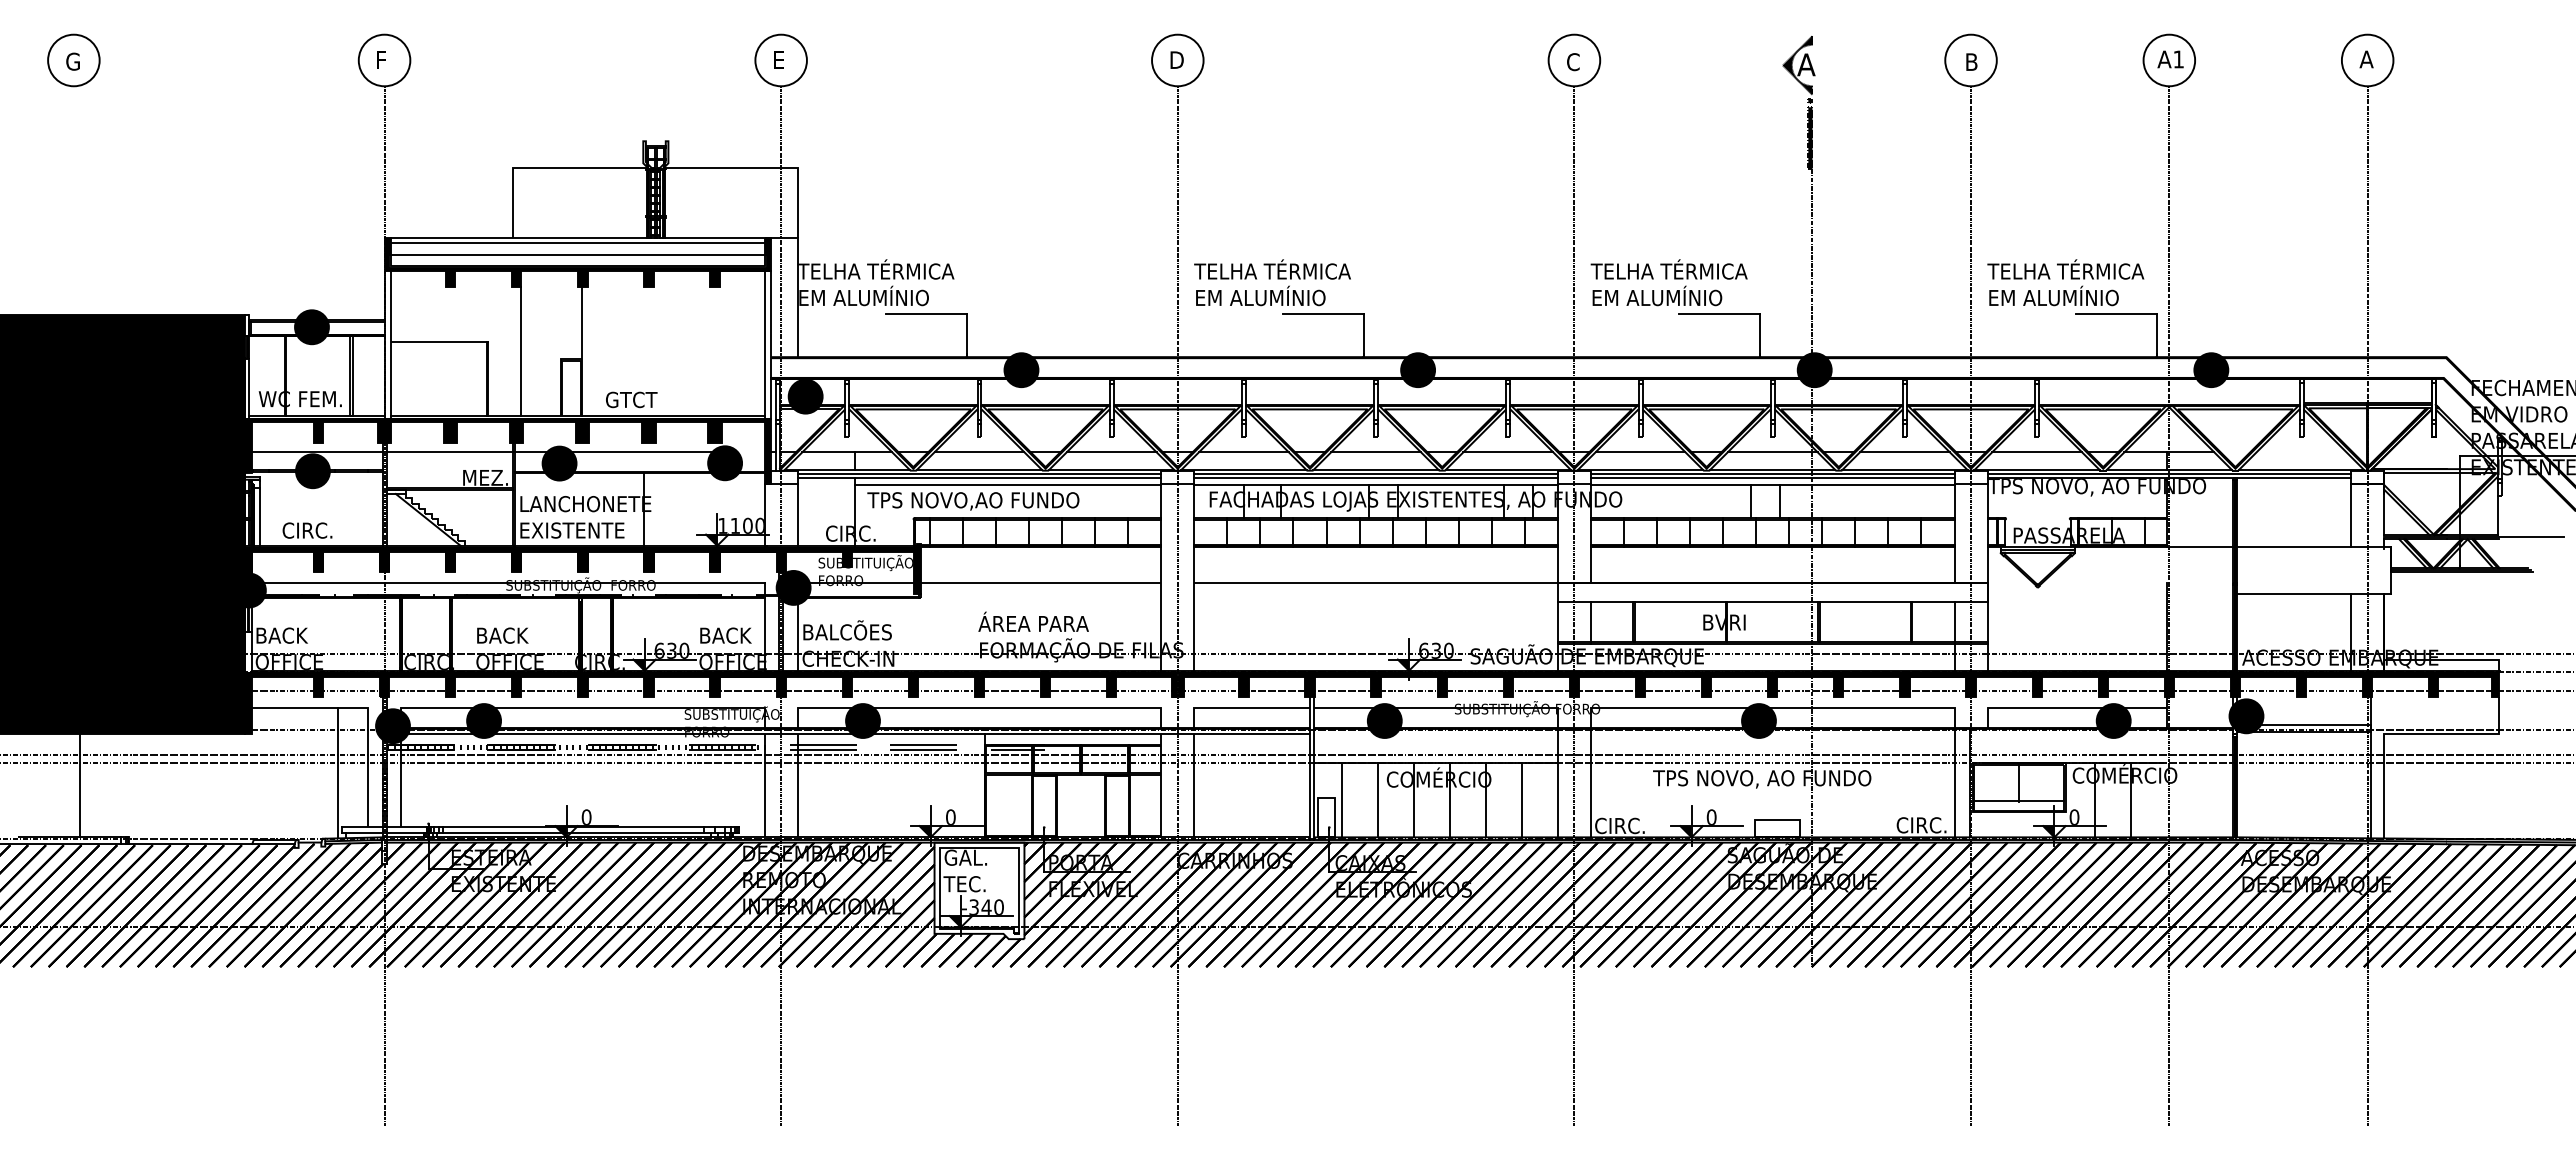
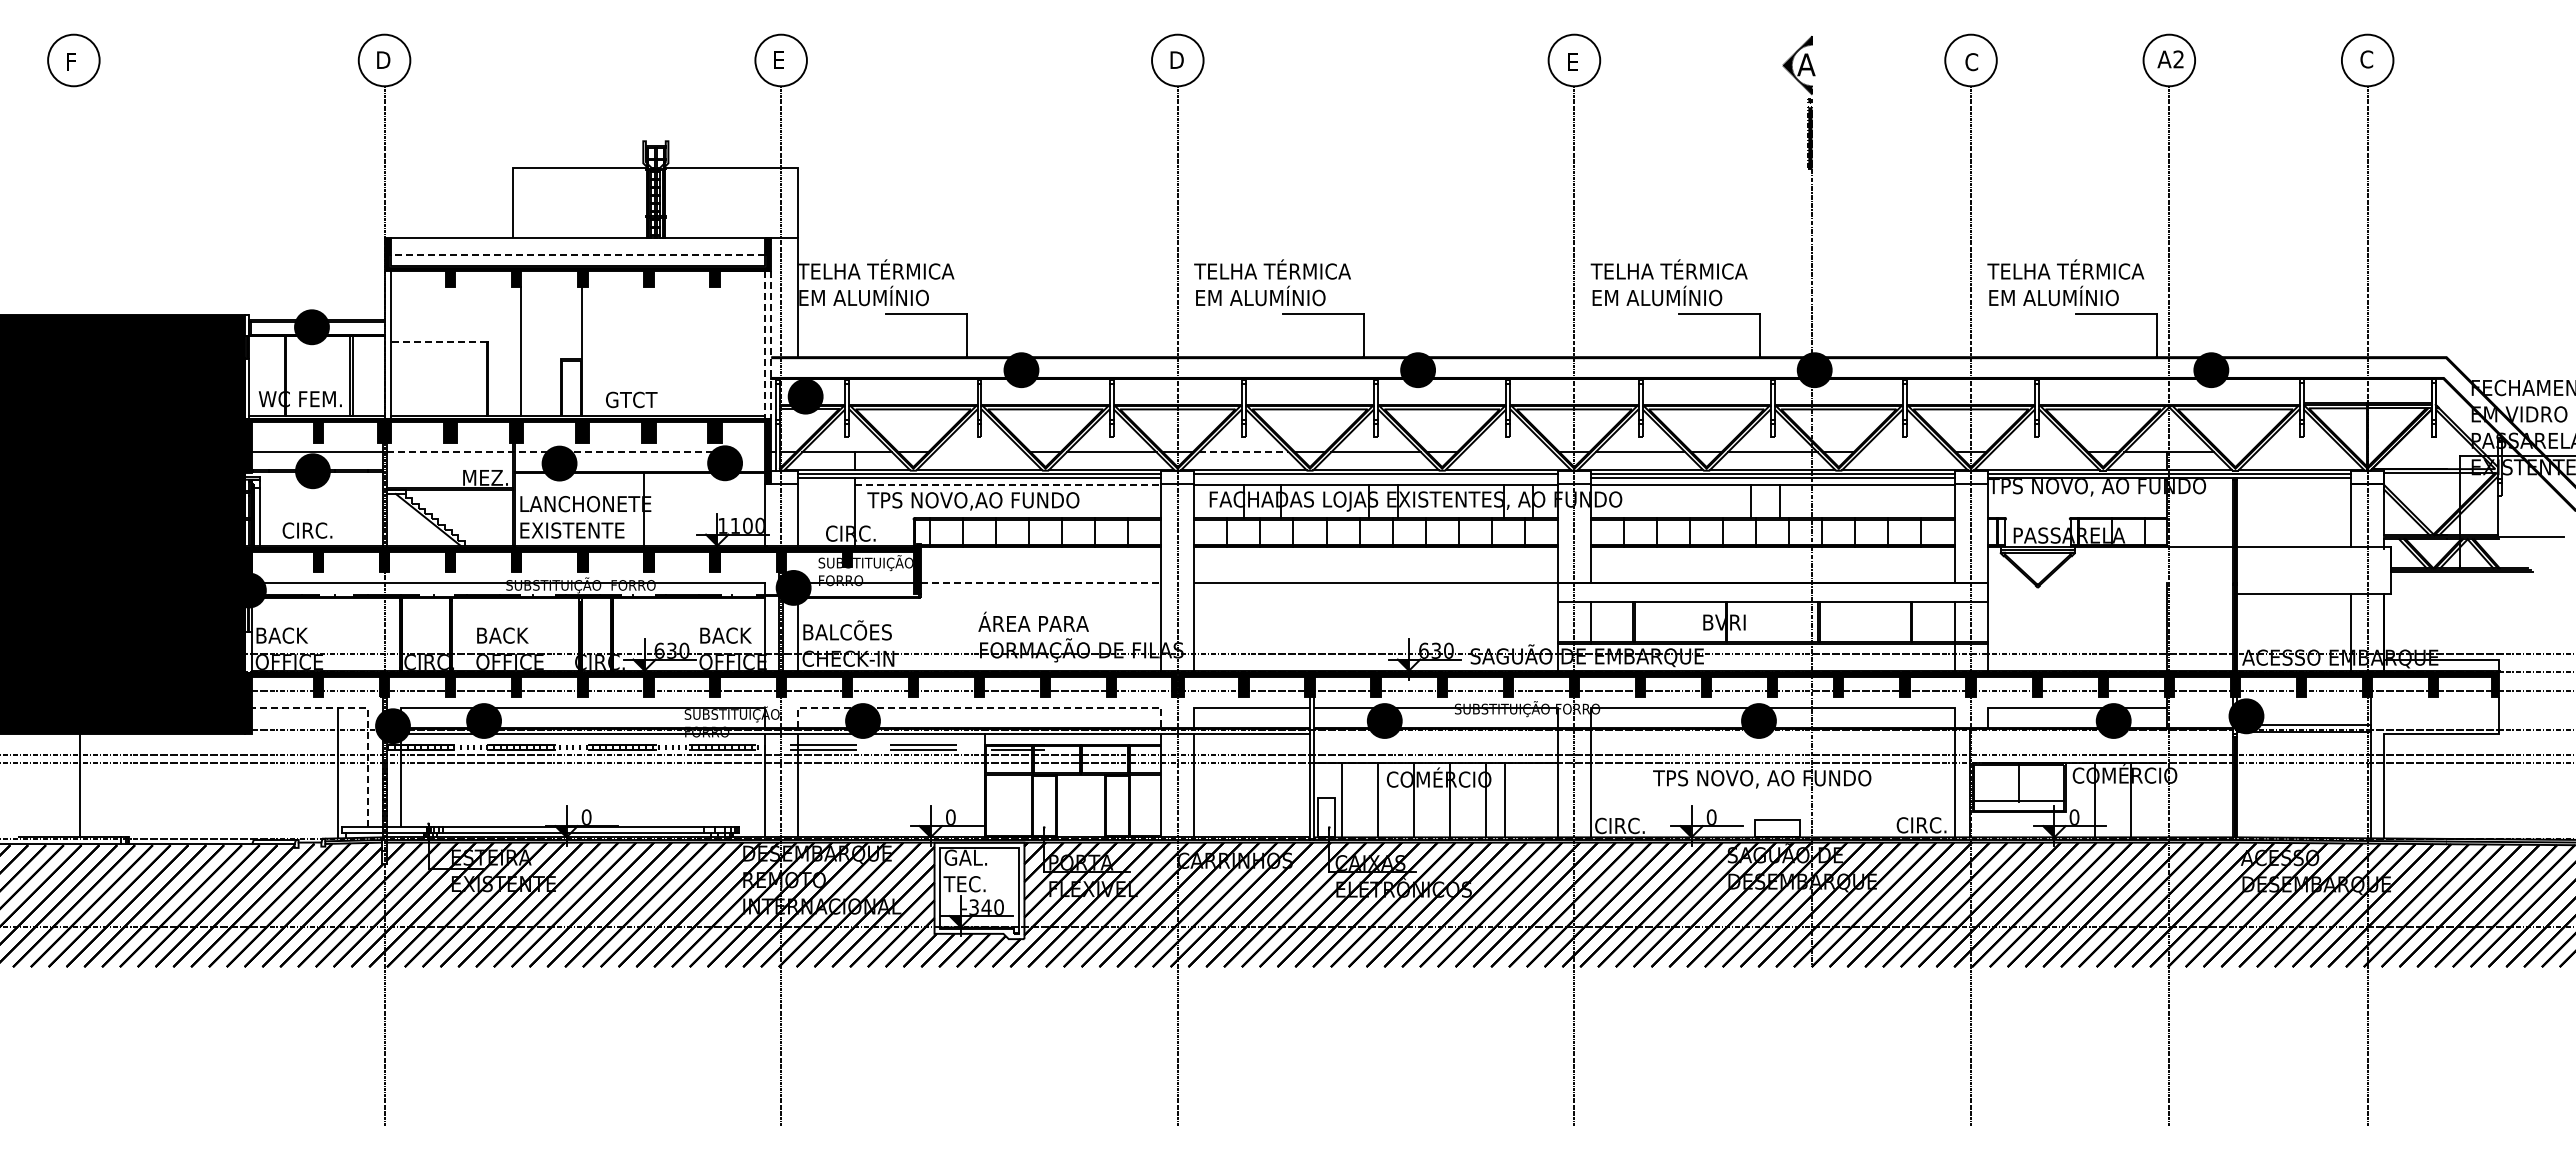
text at (383, 59): F -> D
text at (2178, 59): A1 -> A2
text at (2366, 59): A -> C
text at (72, 61): G -> F
text at (1573, 62): C -> E
text at (1971, 62): B -> C
line at (577, 243): present -> none
line at (577, 254): solid -> dashed
line at (439, 342): solid -> dashed
line at (764, 345): solid -> dashed
line at (771, 345): solid -> dashed
line at (551, 451): solid -> dashed
line at (979, 452): present -> none
line at (1243, 452): solid -> dashed
line at (1508, 452): present -> none
line at (1904, 452): present -> none
line at (2037, 452): present -> none
line at (1375, 477): present -> none
line at (1008, 485): solid -> dashed
line at (1041, 582): solid -> dashed
line at (979, 707): solid -> dashed
line at (368, 708): solid -> dashed
line at (1521, 800) position: (1521, 800) -> (1504, 800)
